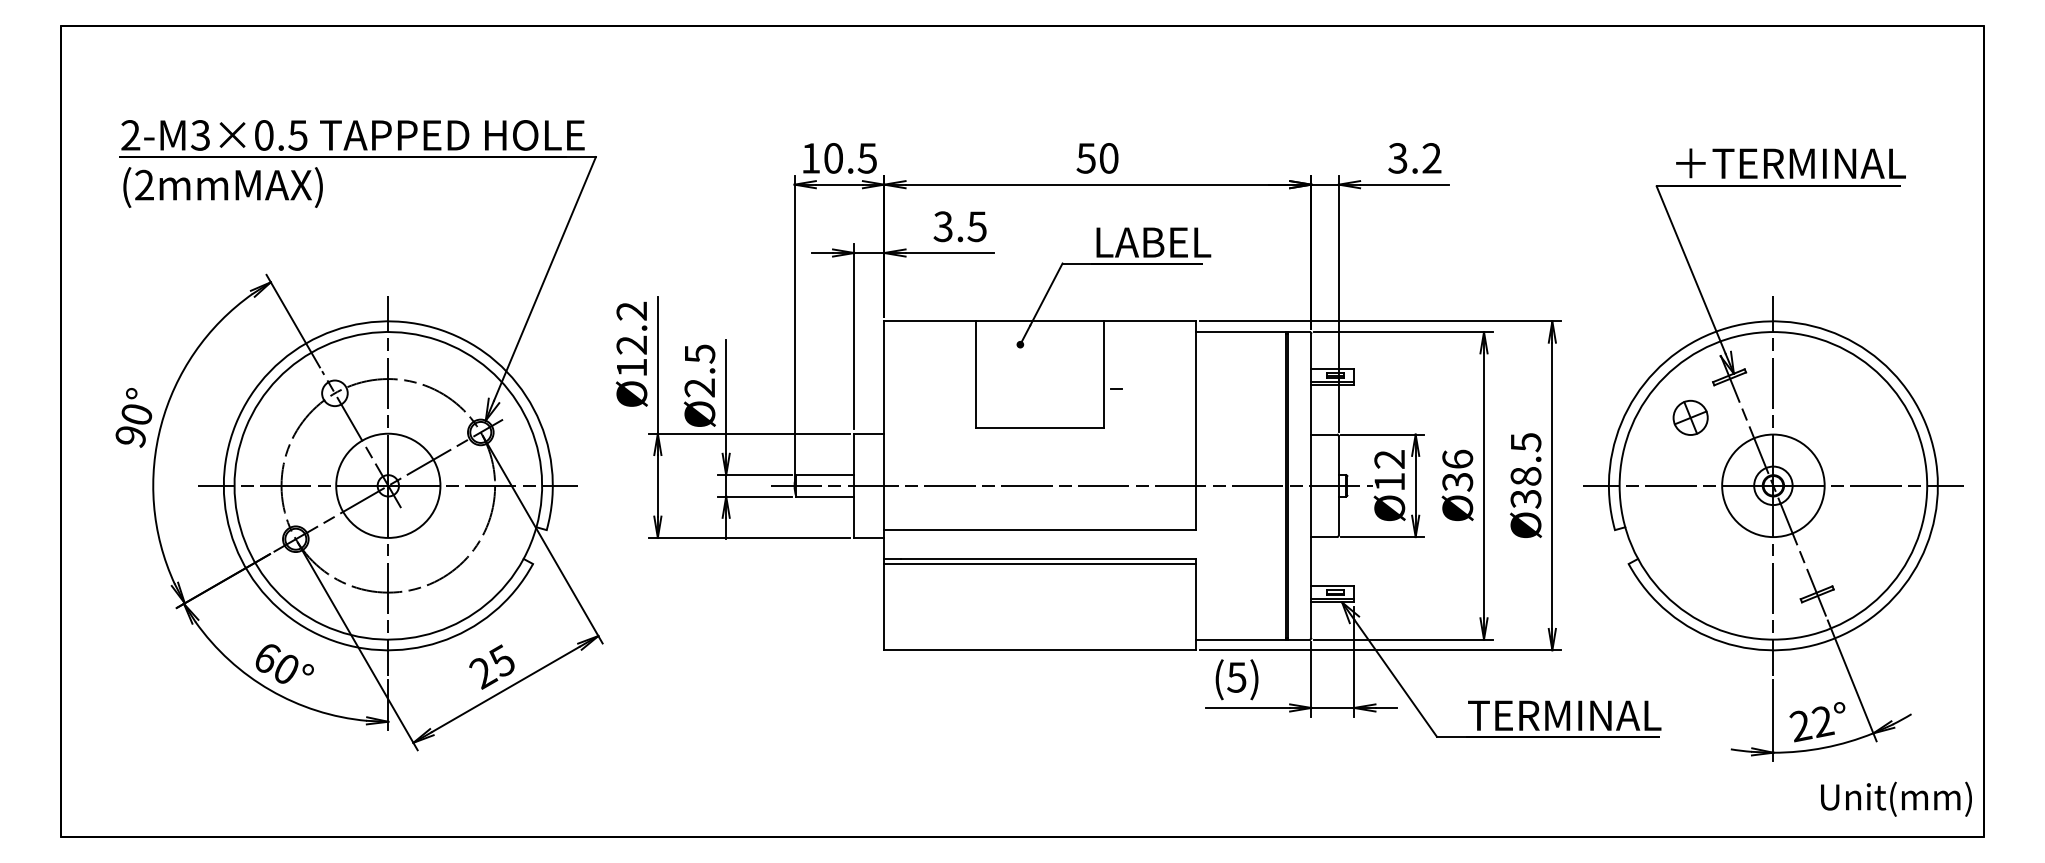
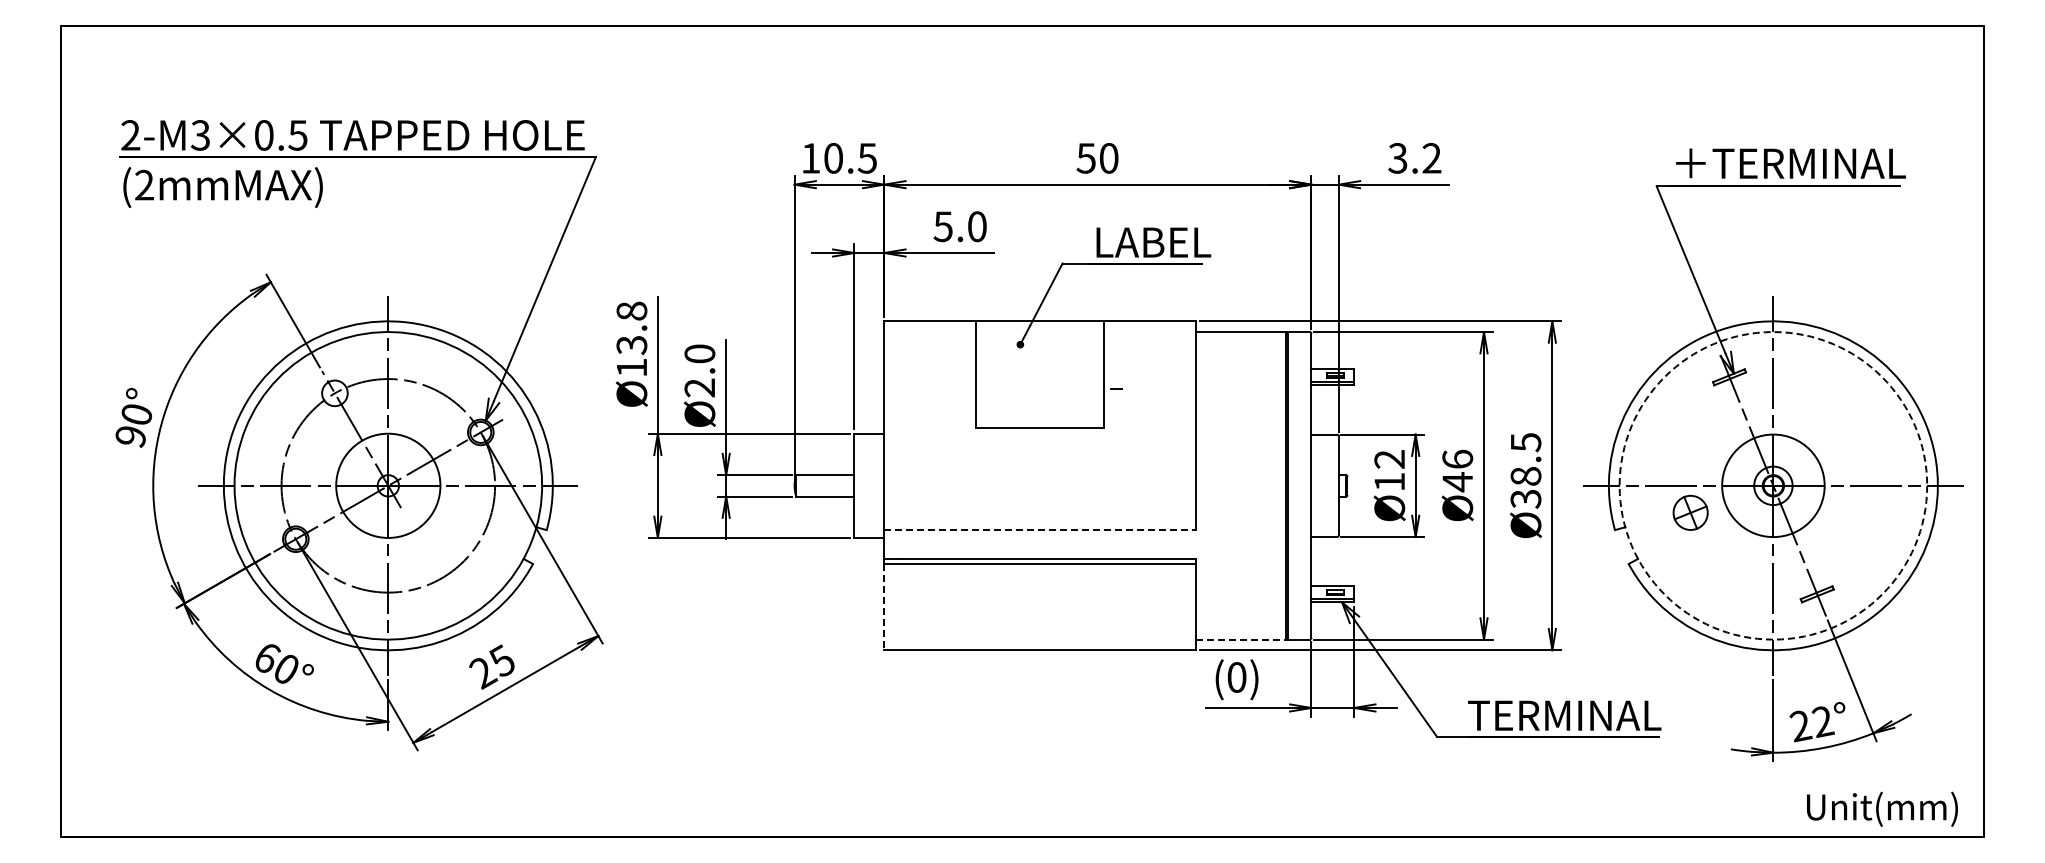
text at (959, 226): 3.5 -> 5.0
text at (631, 327): Ø12.2 -> Ø13.8
text at (699, 353): Ø2.5 -> Ø2.0
part at (1690, 417) position: (1690, 417) -> (1690, 512)
text at (1457, 482): Ø36 -> Ø46
line at (1071, 485): present -> none
circle at (1773, 485): solid -> dashed
line at (1040, 530): solid -> dashed
line at (884, 607): solid -> dashed
line at (1240, 639): solid -> dashed
text at (1236, 677): (5) -> (0)
text at (1896, 798) position: (1896, 798) -> (1882, 808)
